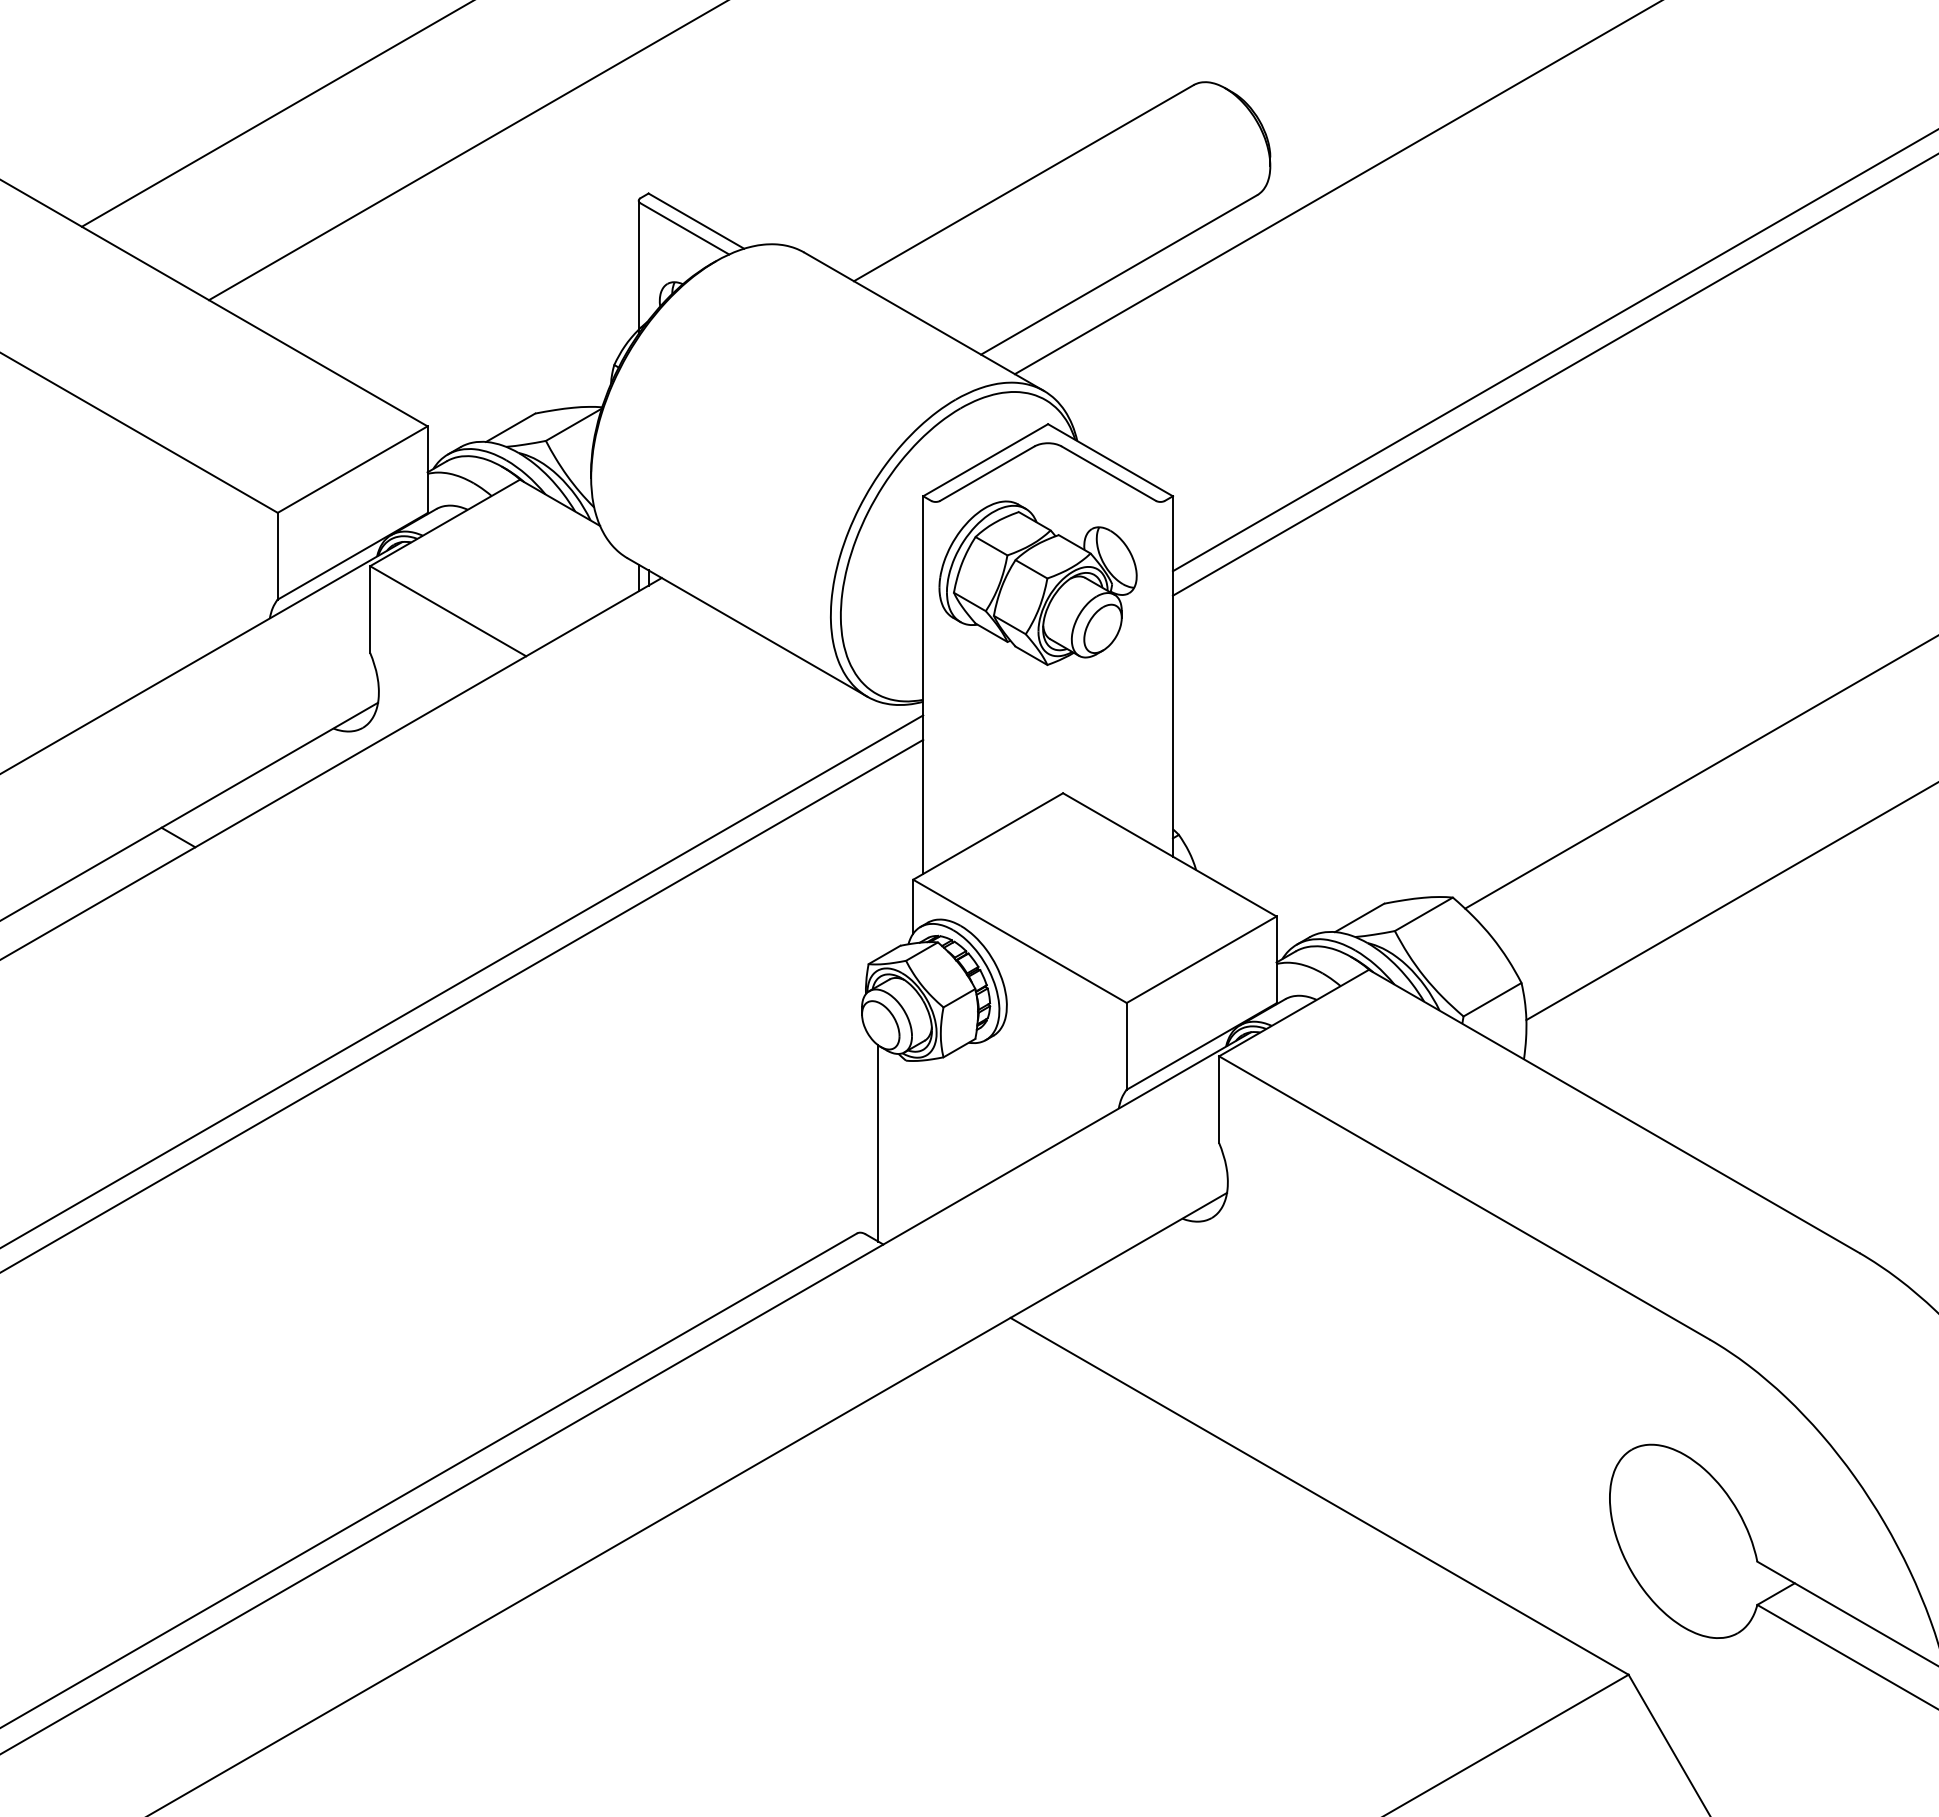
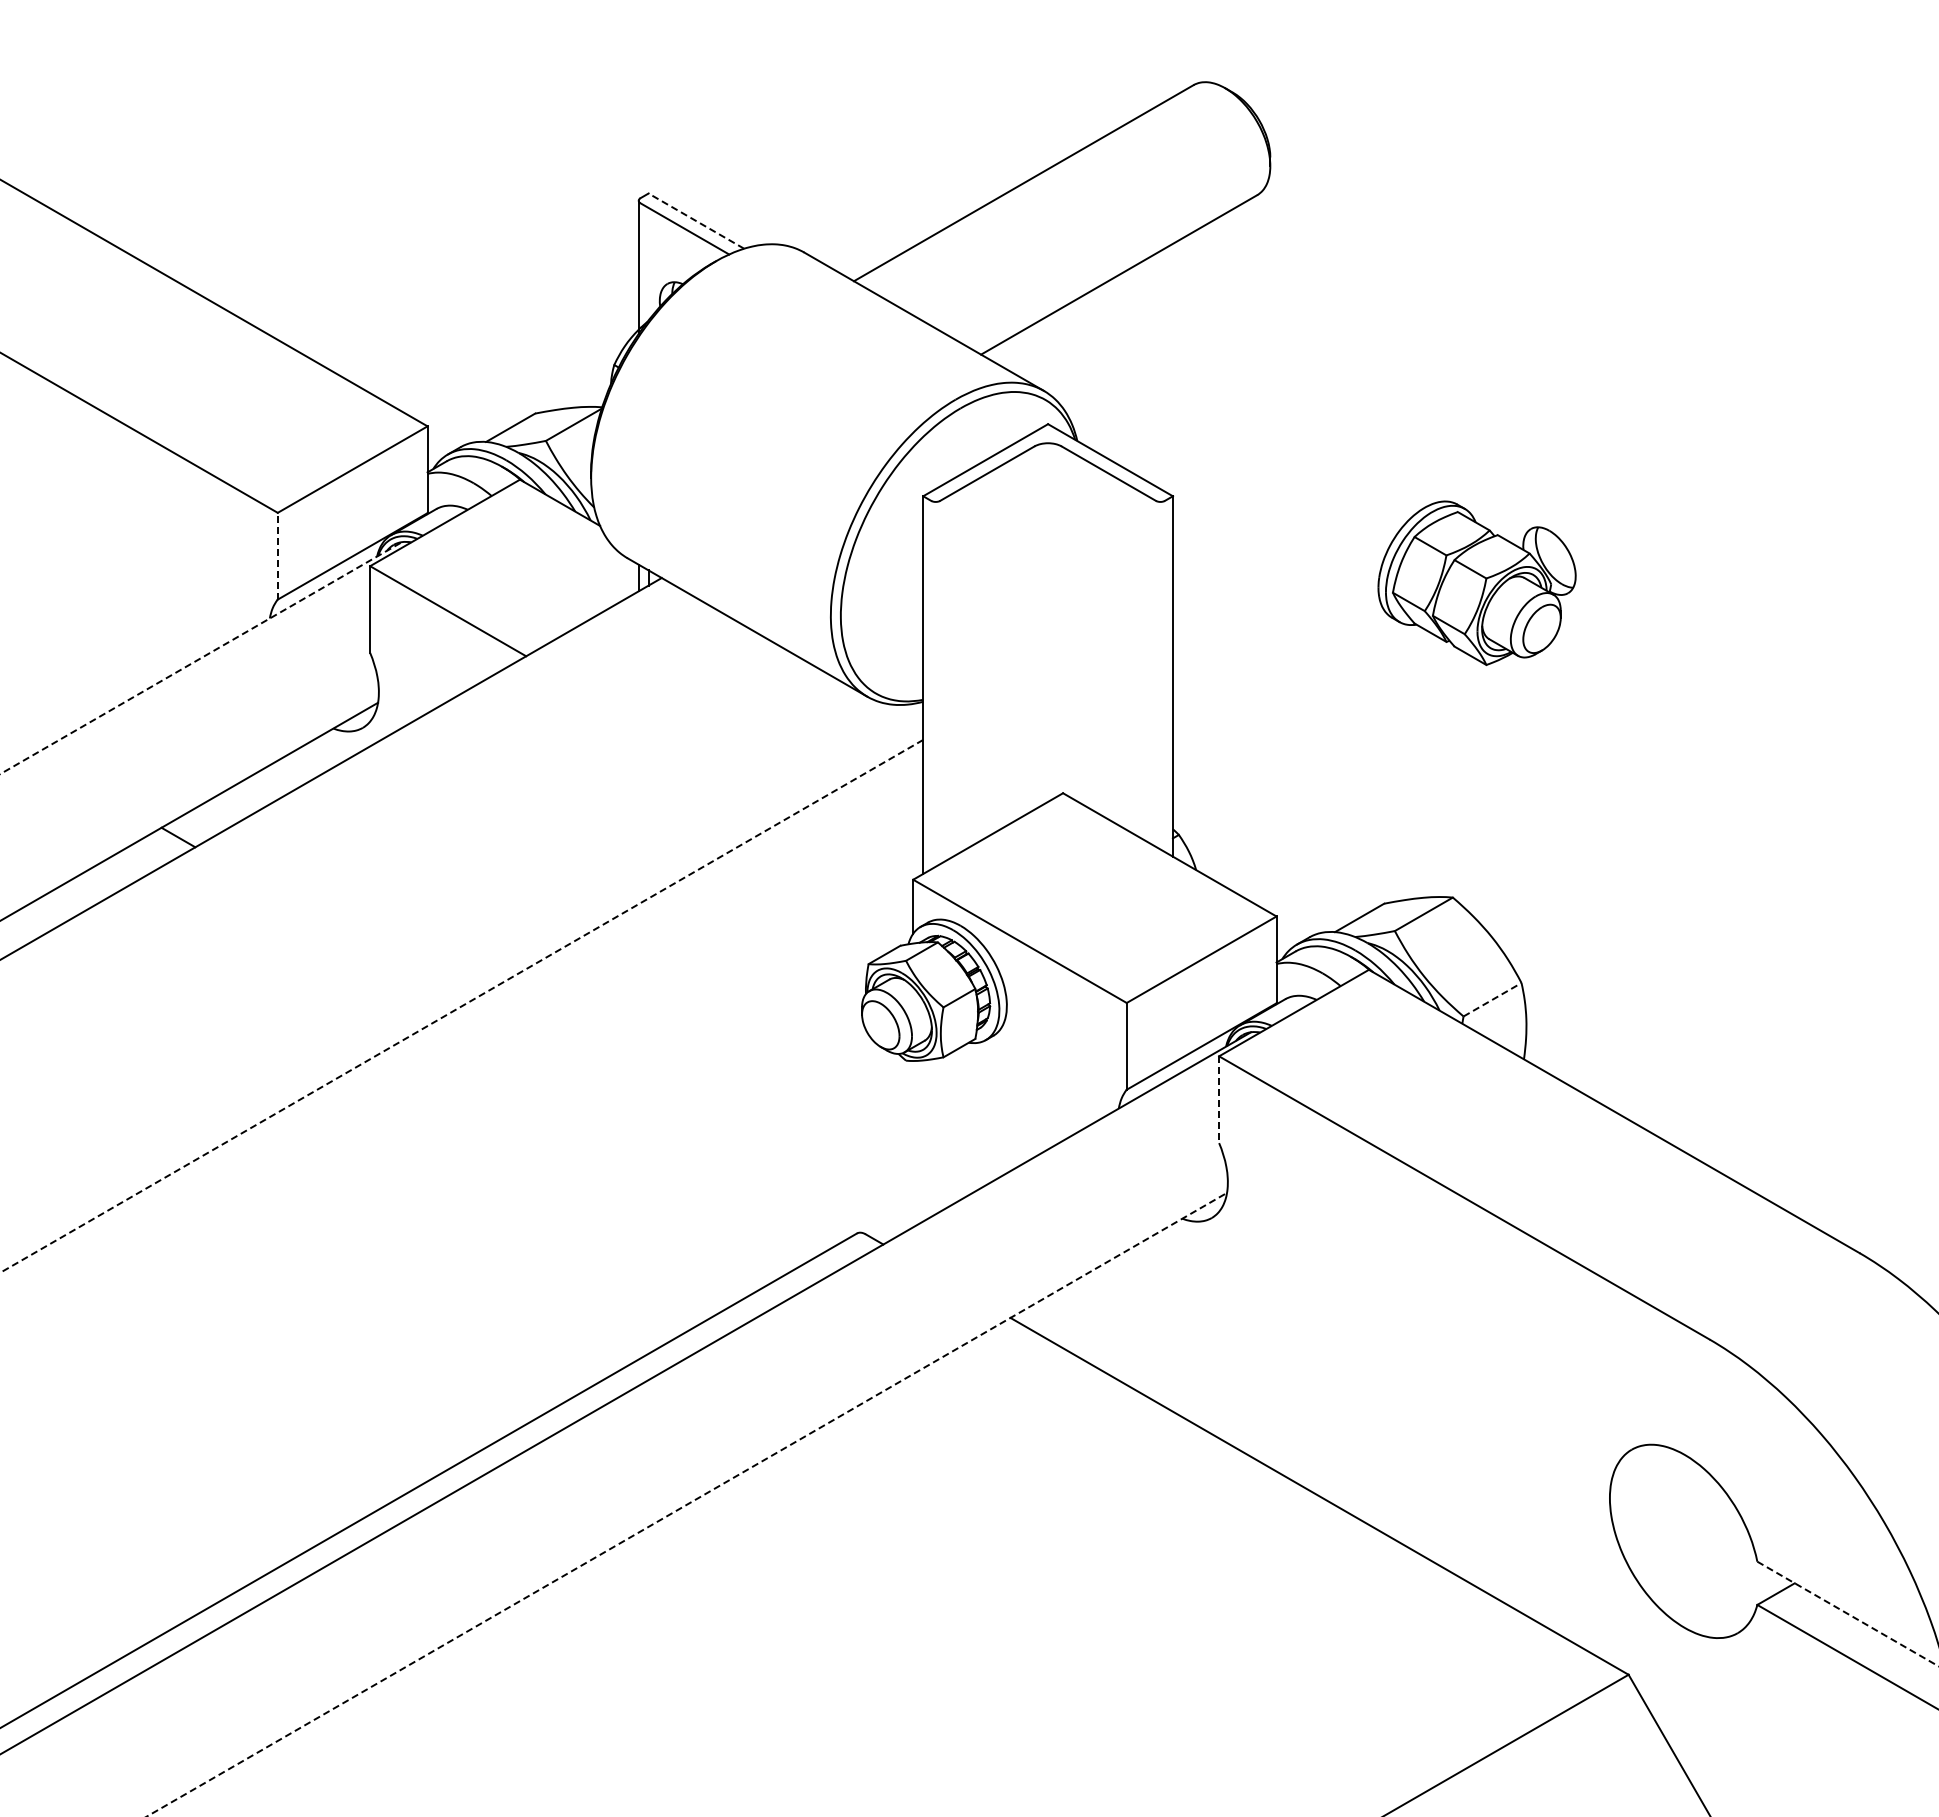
line at (275, 114): present -> none
line at (467, 151): present -> none
line at (1336, 188): present -> none
line at (695, 220): solid -> dashed
line at (1553, 351): present -> none
line at (1553, 375): present -> none
line at (277, 555): solid -> dashed
part at (1037, 582) position: (1037, 582) -> (1476, 582)
line at (201, 658): solid -> dashed
line at (1700, 772): present -> none
line at (1730, 901): present -> none
line at (462, 980): present -> none
line at (1492, 999): solid -> dashed
line at (461, 1006): solid -> dashed
line at (1219, 1100): solid -> dashed
line at (878, 1143): present -> none
line at (686, 1504): solid -> dashed
line at (1848, 1614): solid -> dashed
